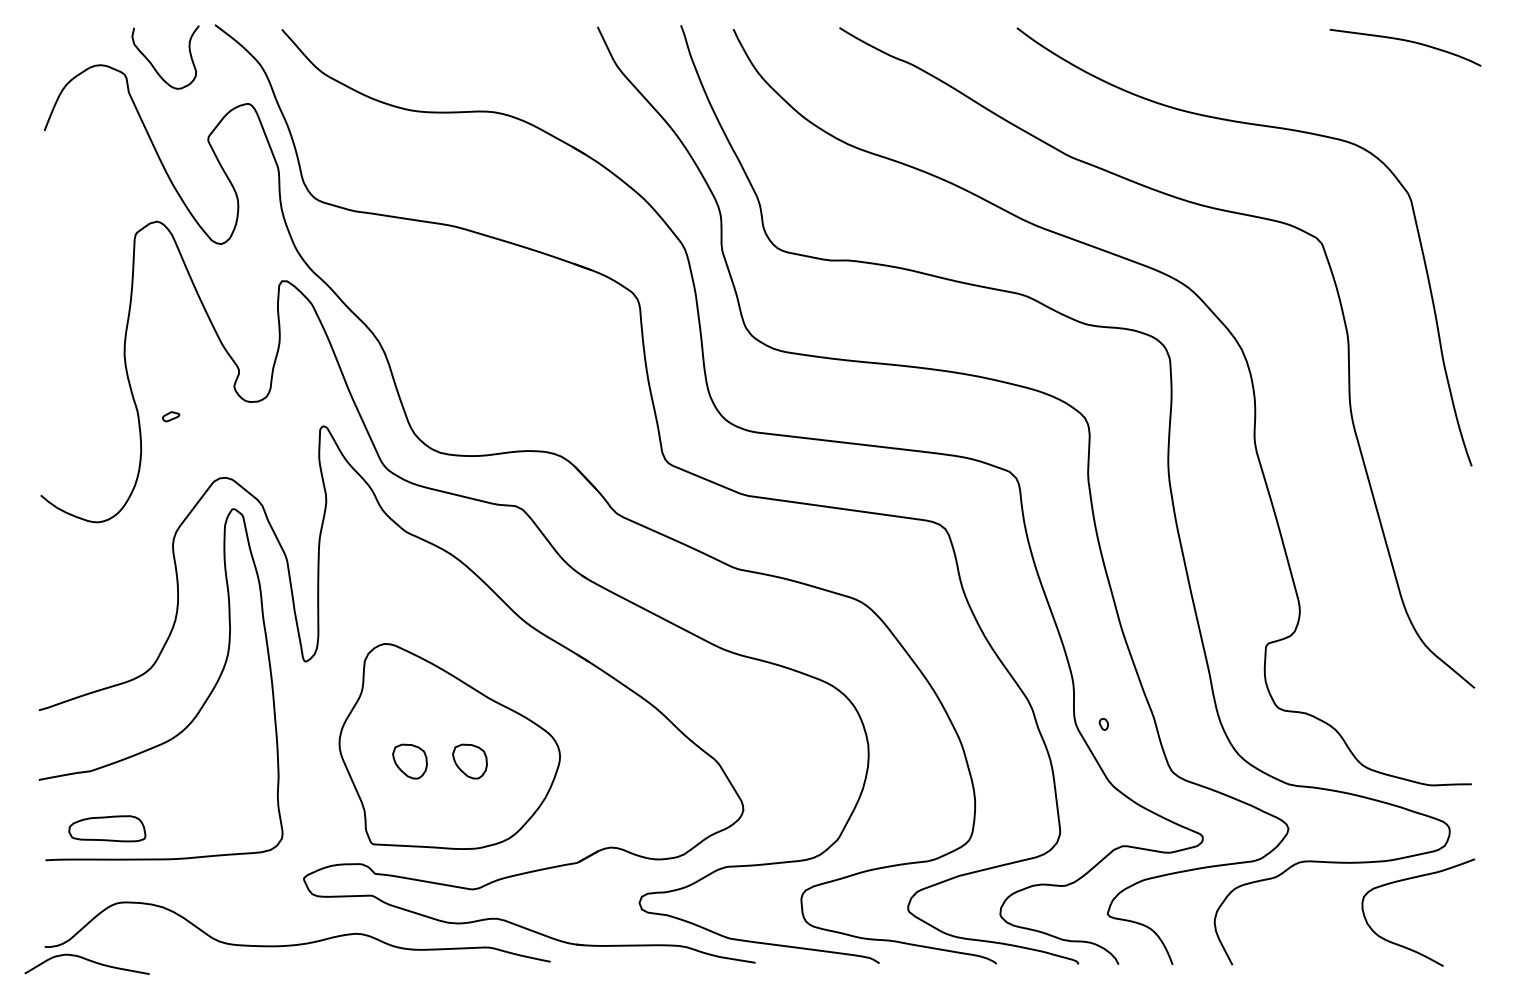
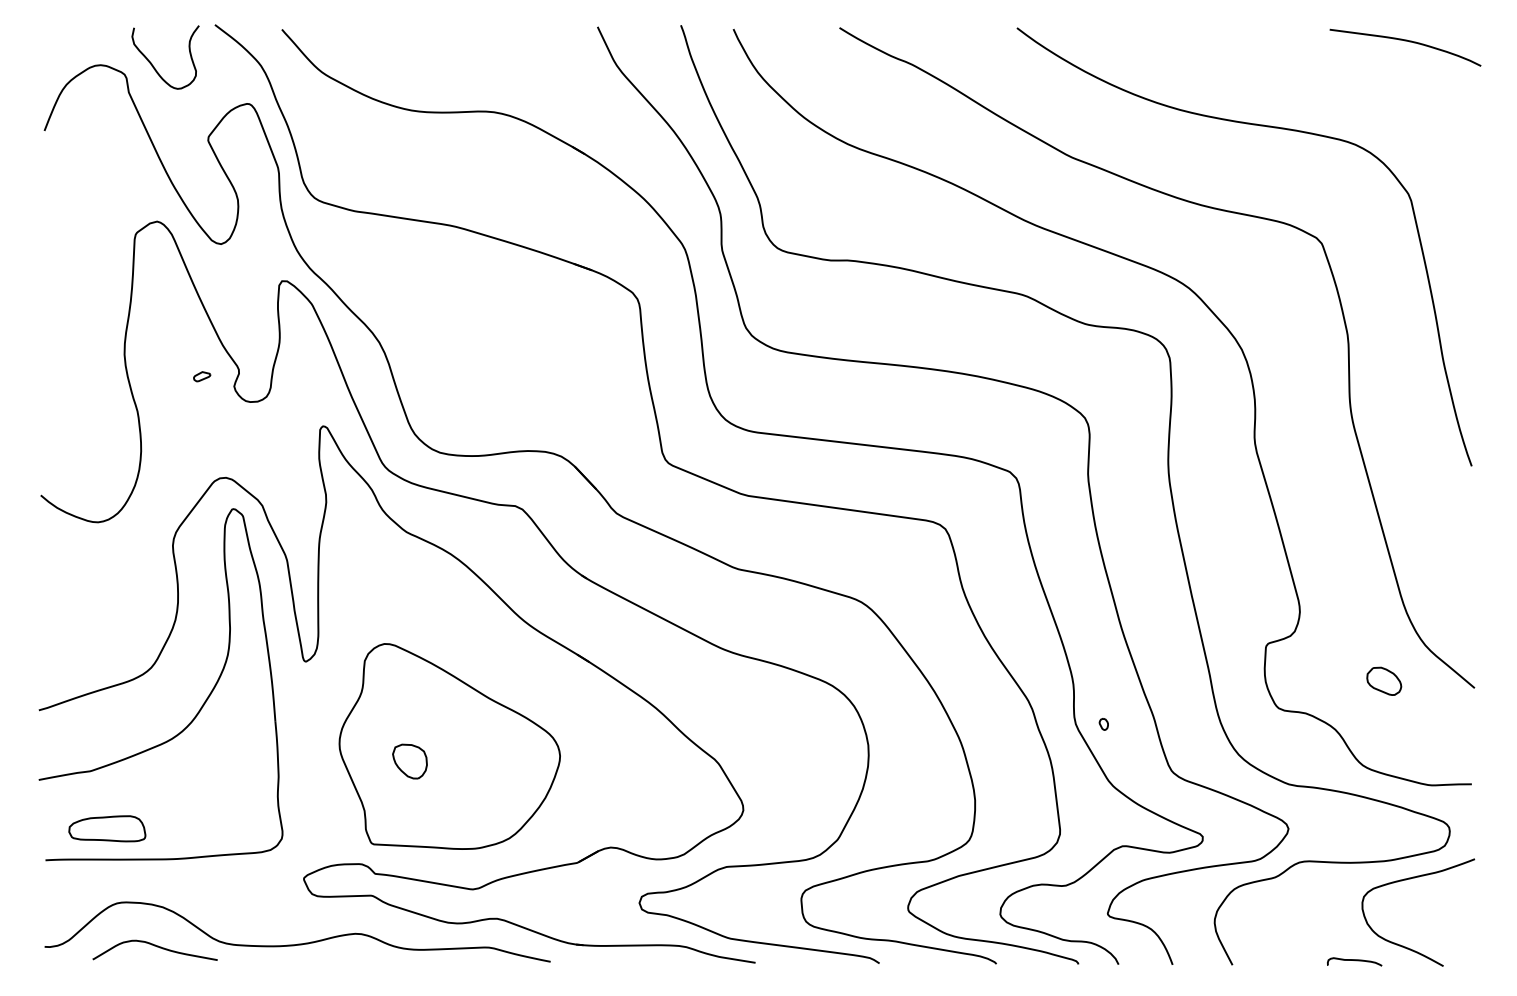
part at (171, 416) position: (171, 416) -> (202, 376)
part at (1384, 680): none -> present
part at (469, 761): present -> none
curve at (86, 960) position: (86, 960) -> (154, 946)
curve at (1354, 960): none -> present
